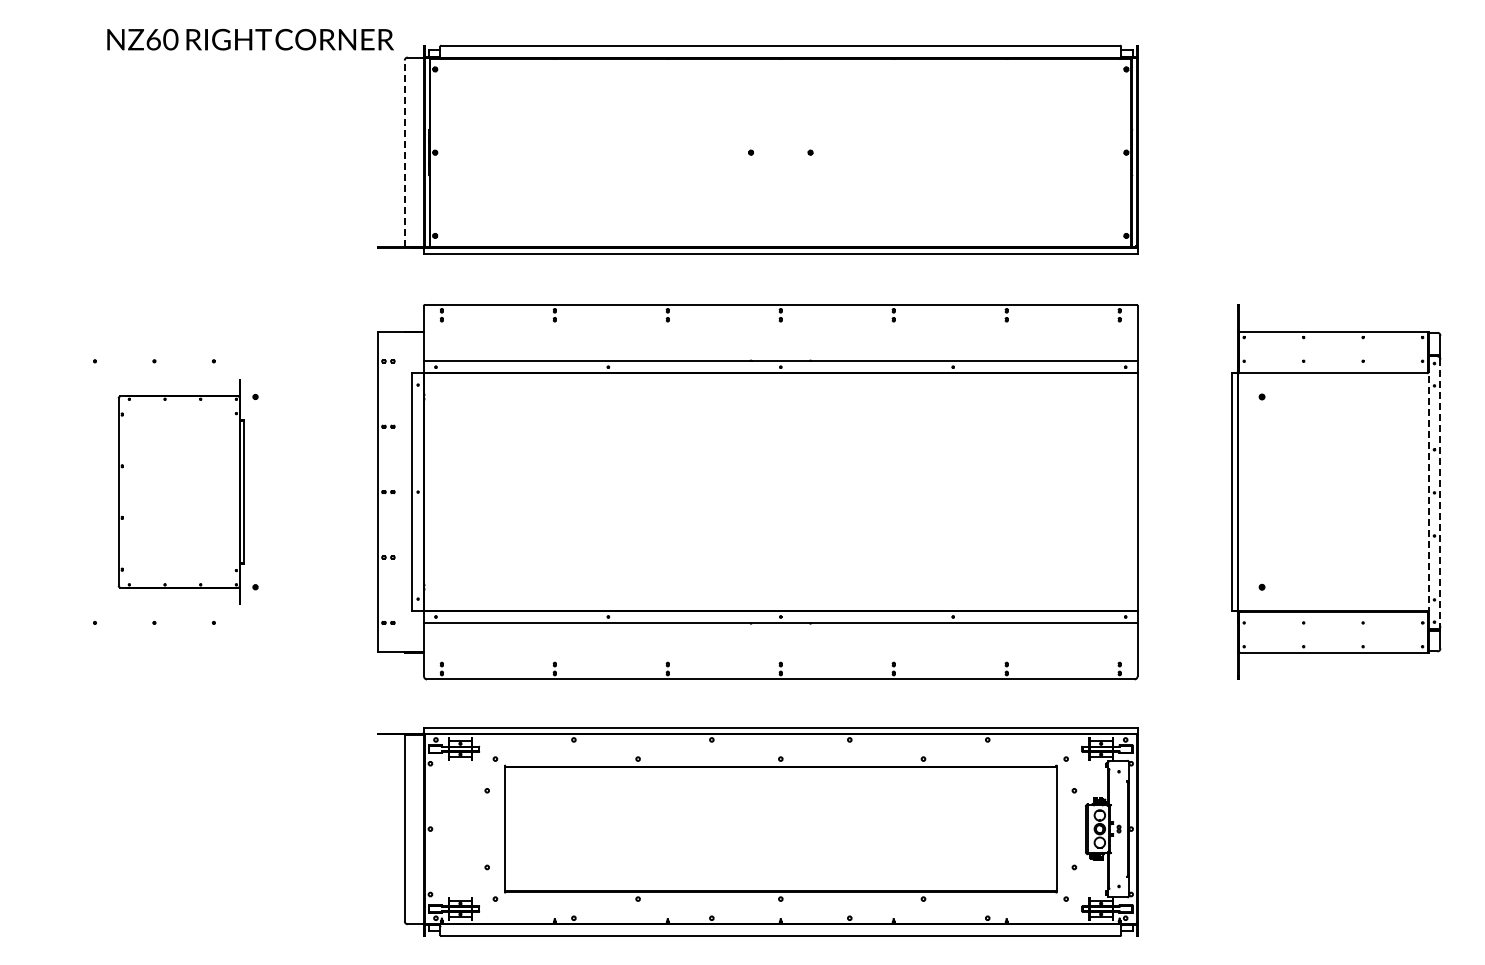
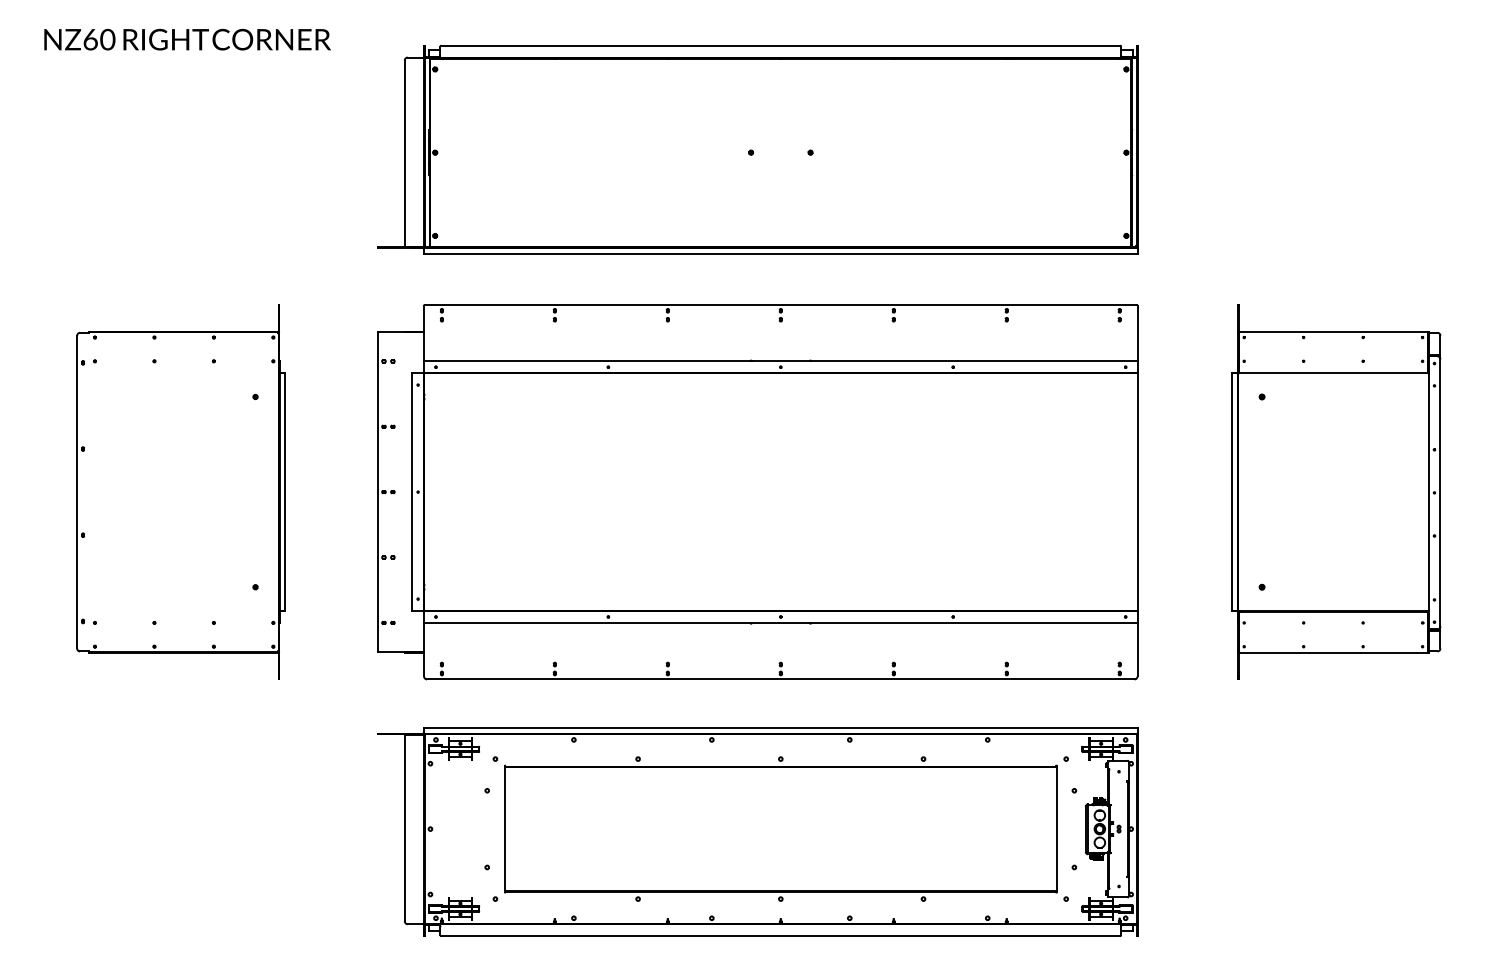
text at (250, 39) position: (250, 39) -> (187, 39)
line at (404, 153): dashed -> solid
part at (180, 491) size: 128x226 px -> 210x376 px
line at (1428, 492): dashed -> solid
line at (1440, 492): dashed -> solid
